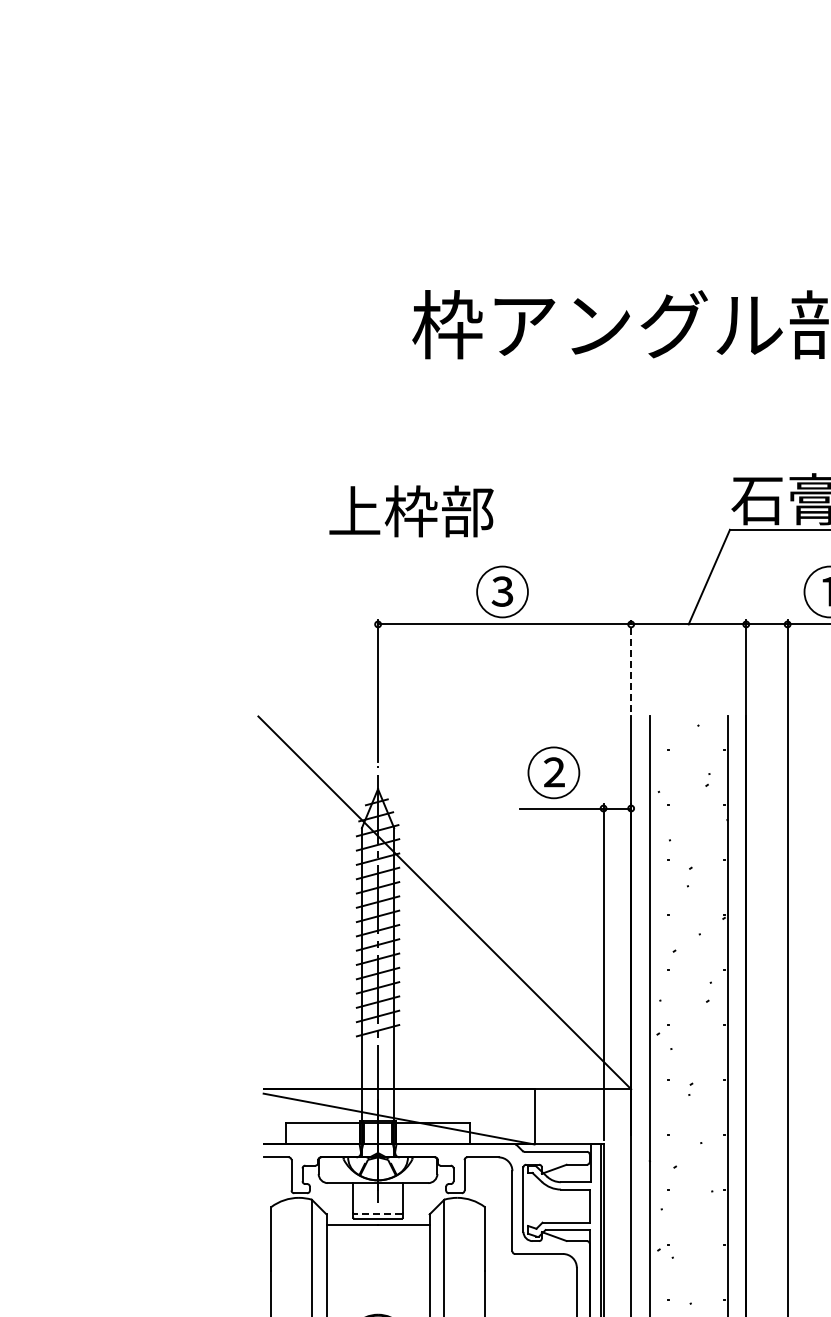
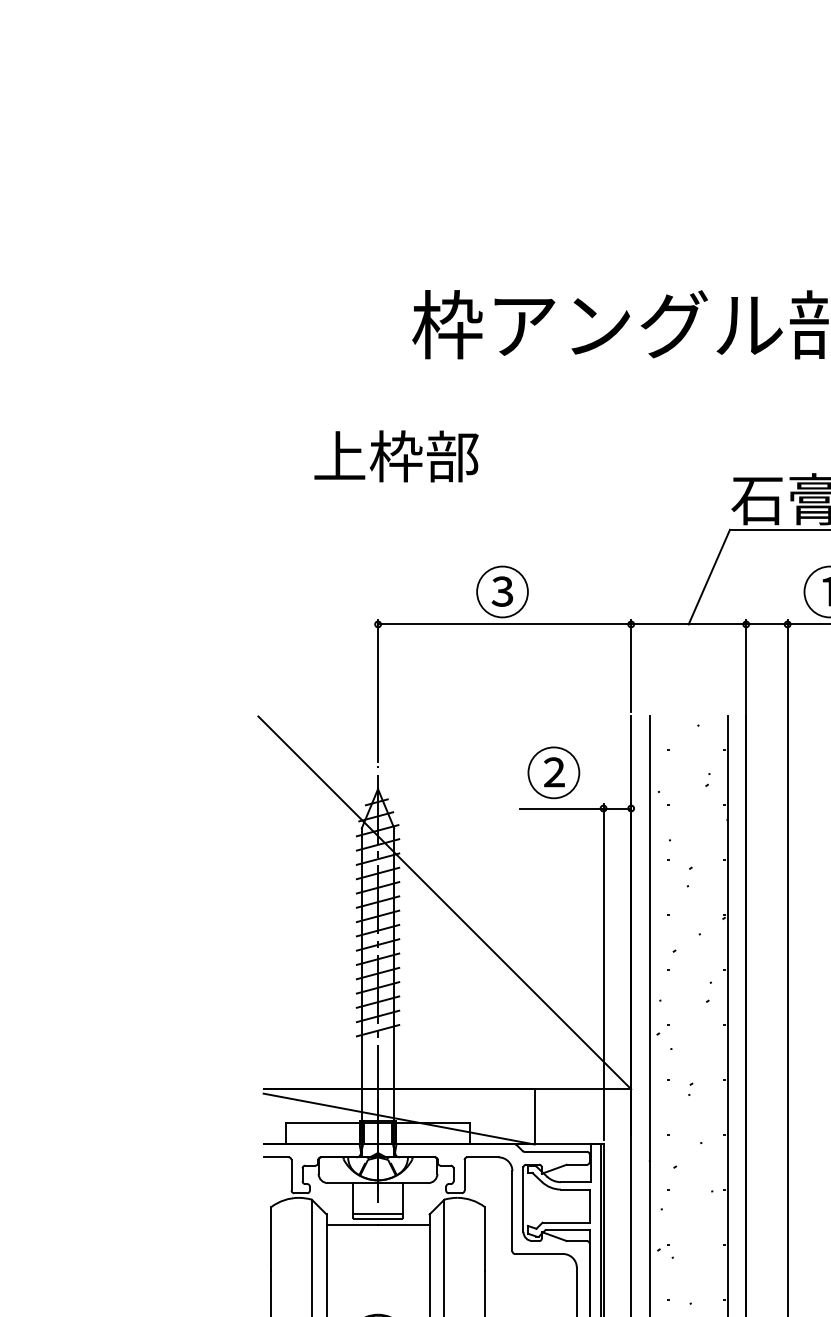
text at (411, 511) position: (411, 511) -> (396, 456)
line at (631, 665): dashed -> solid
line at (378, 1213): dashed -> solid
